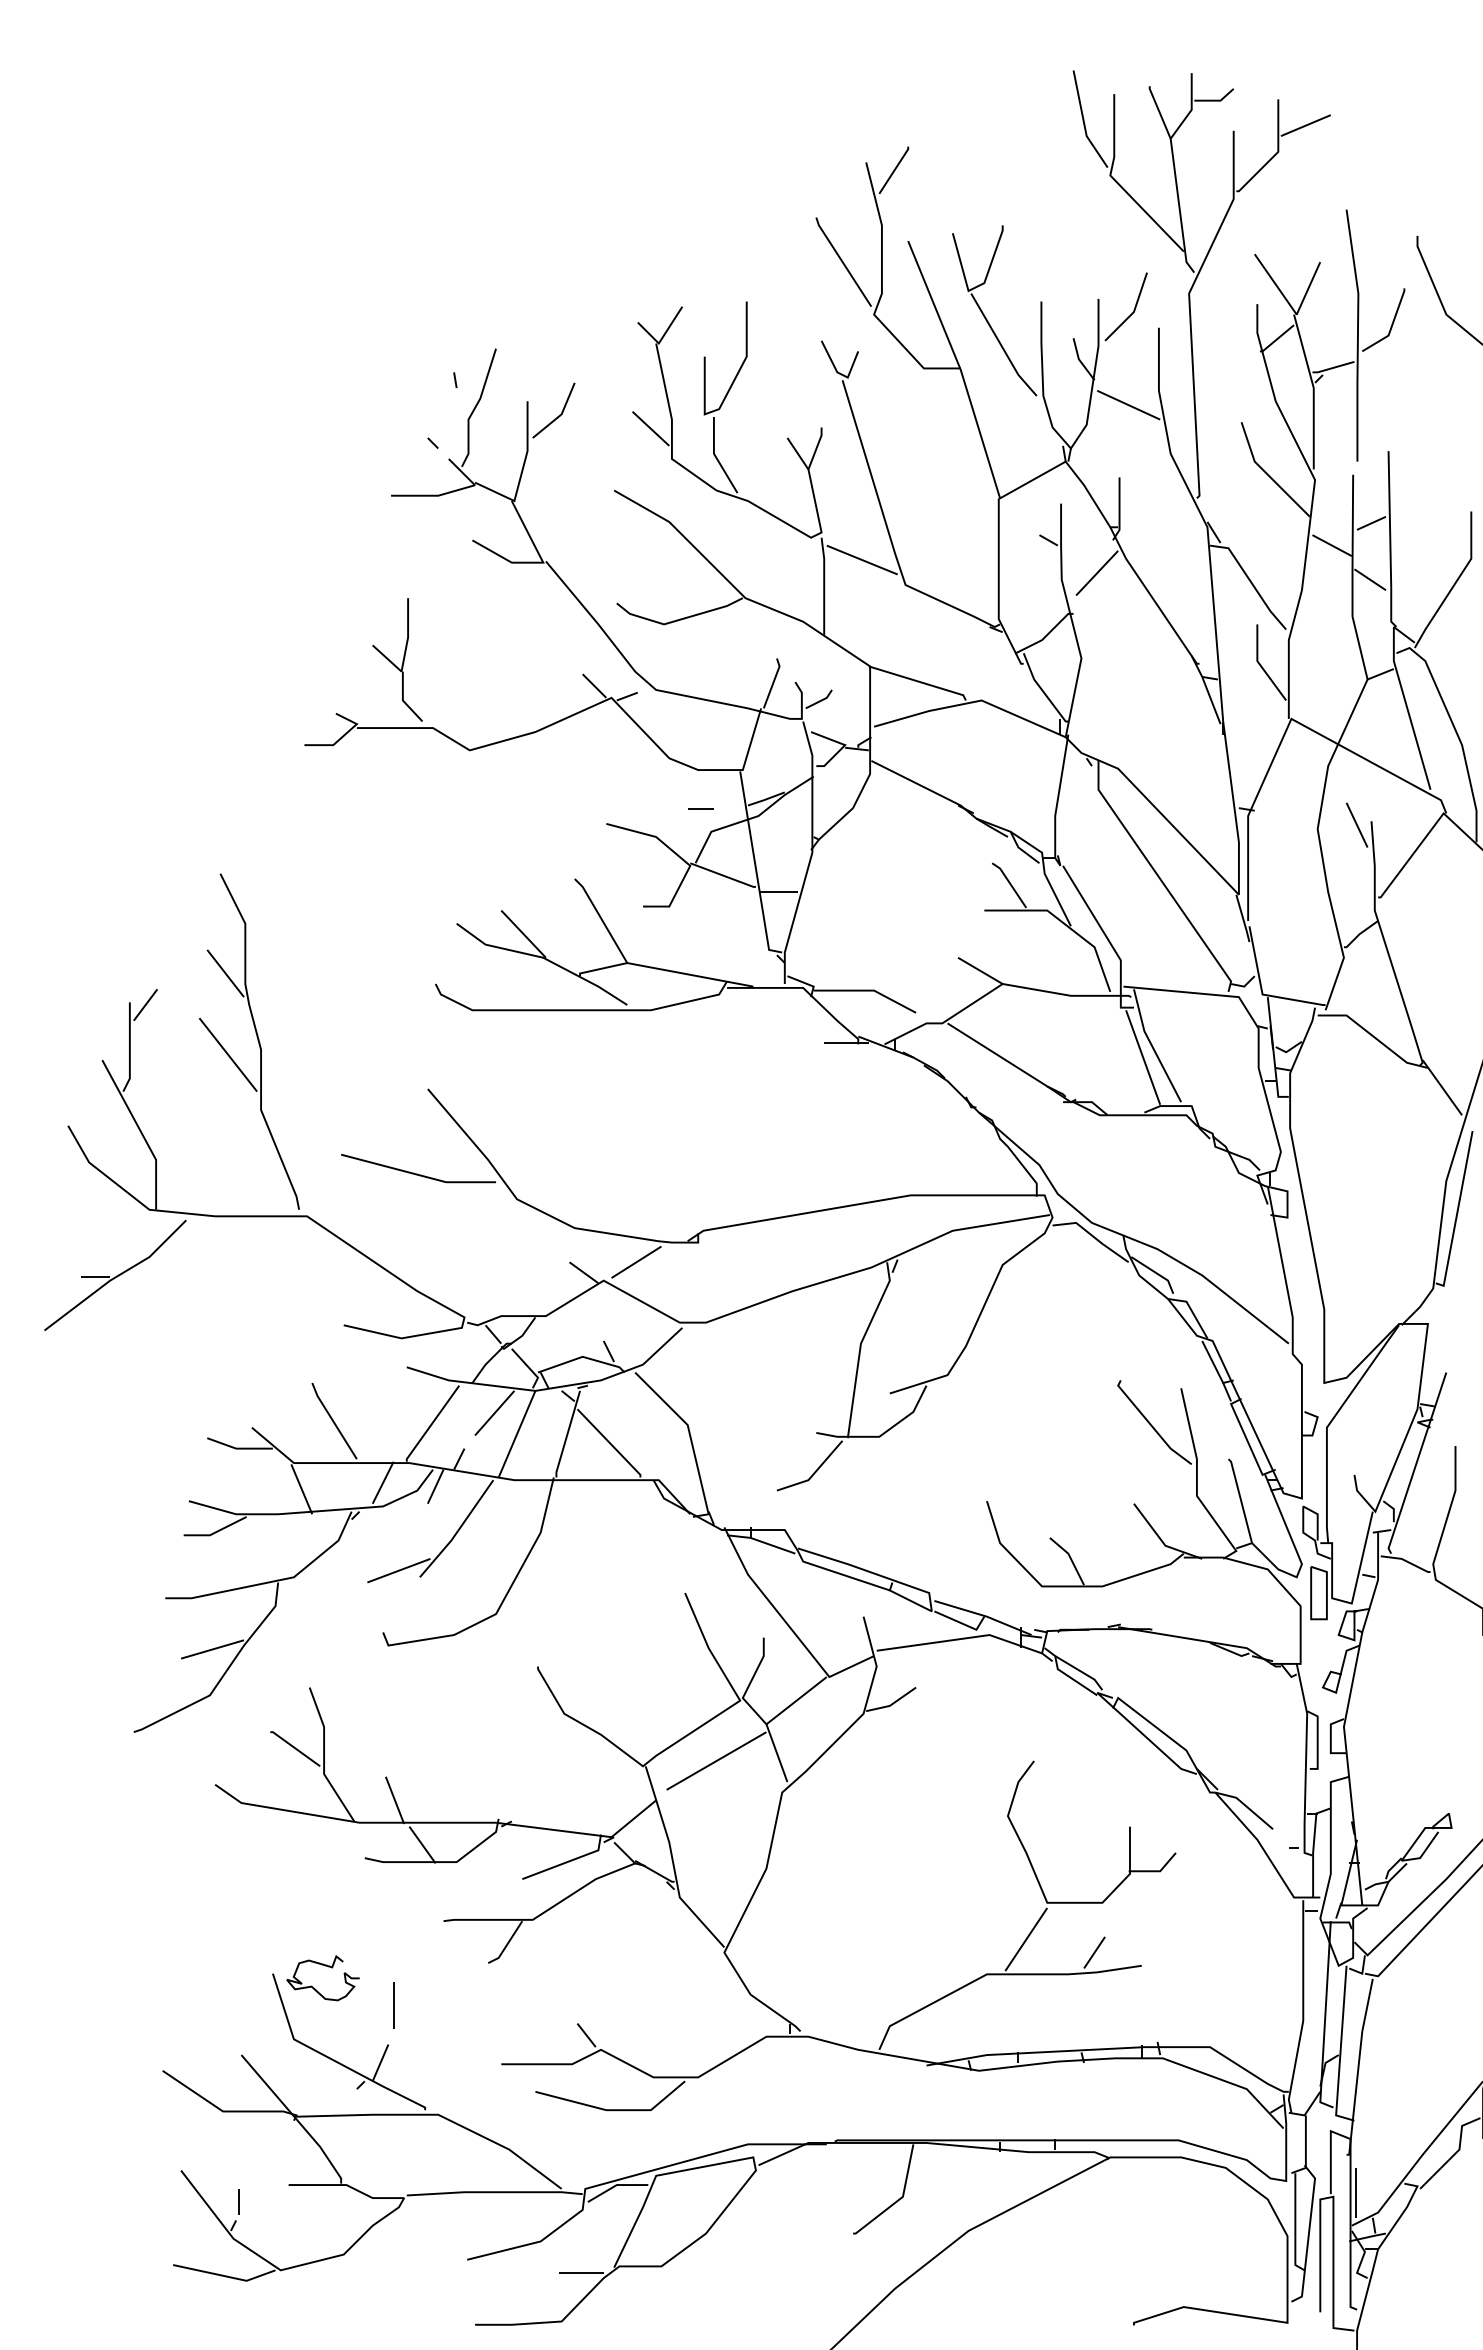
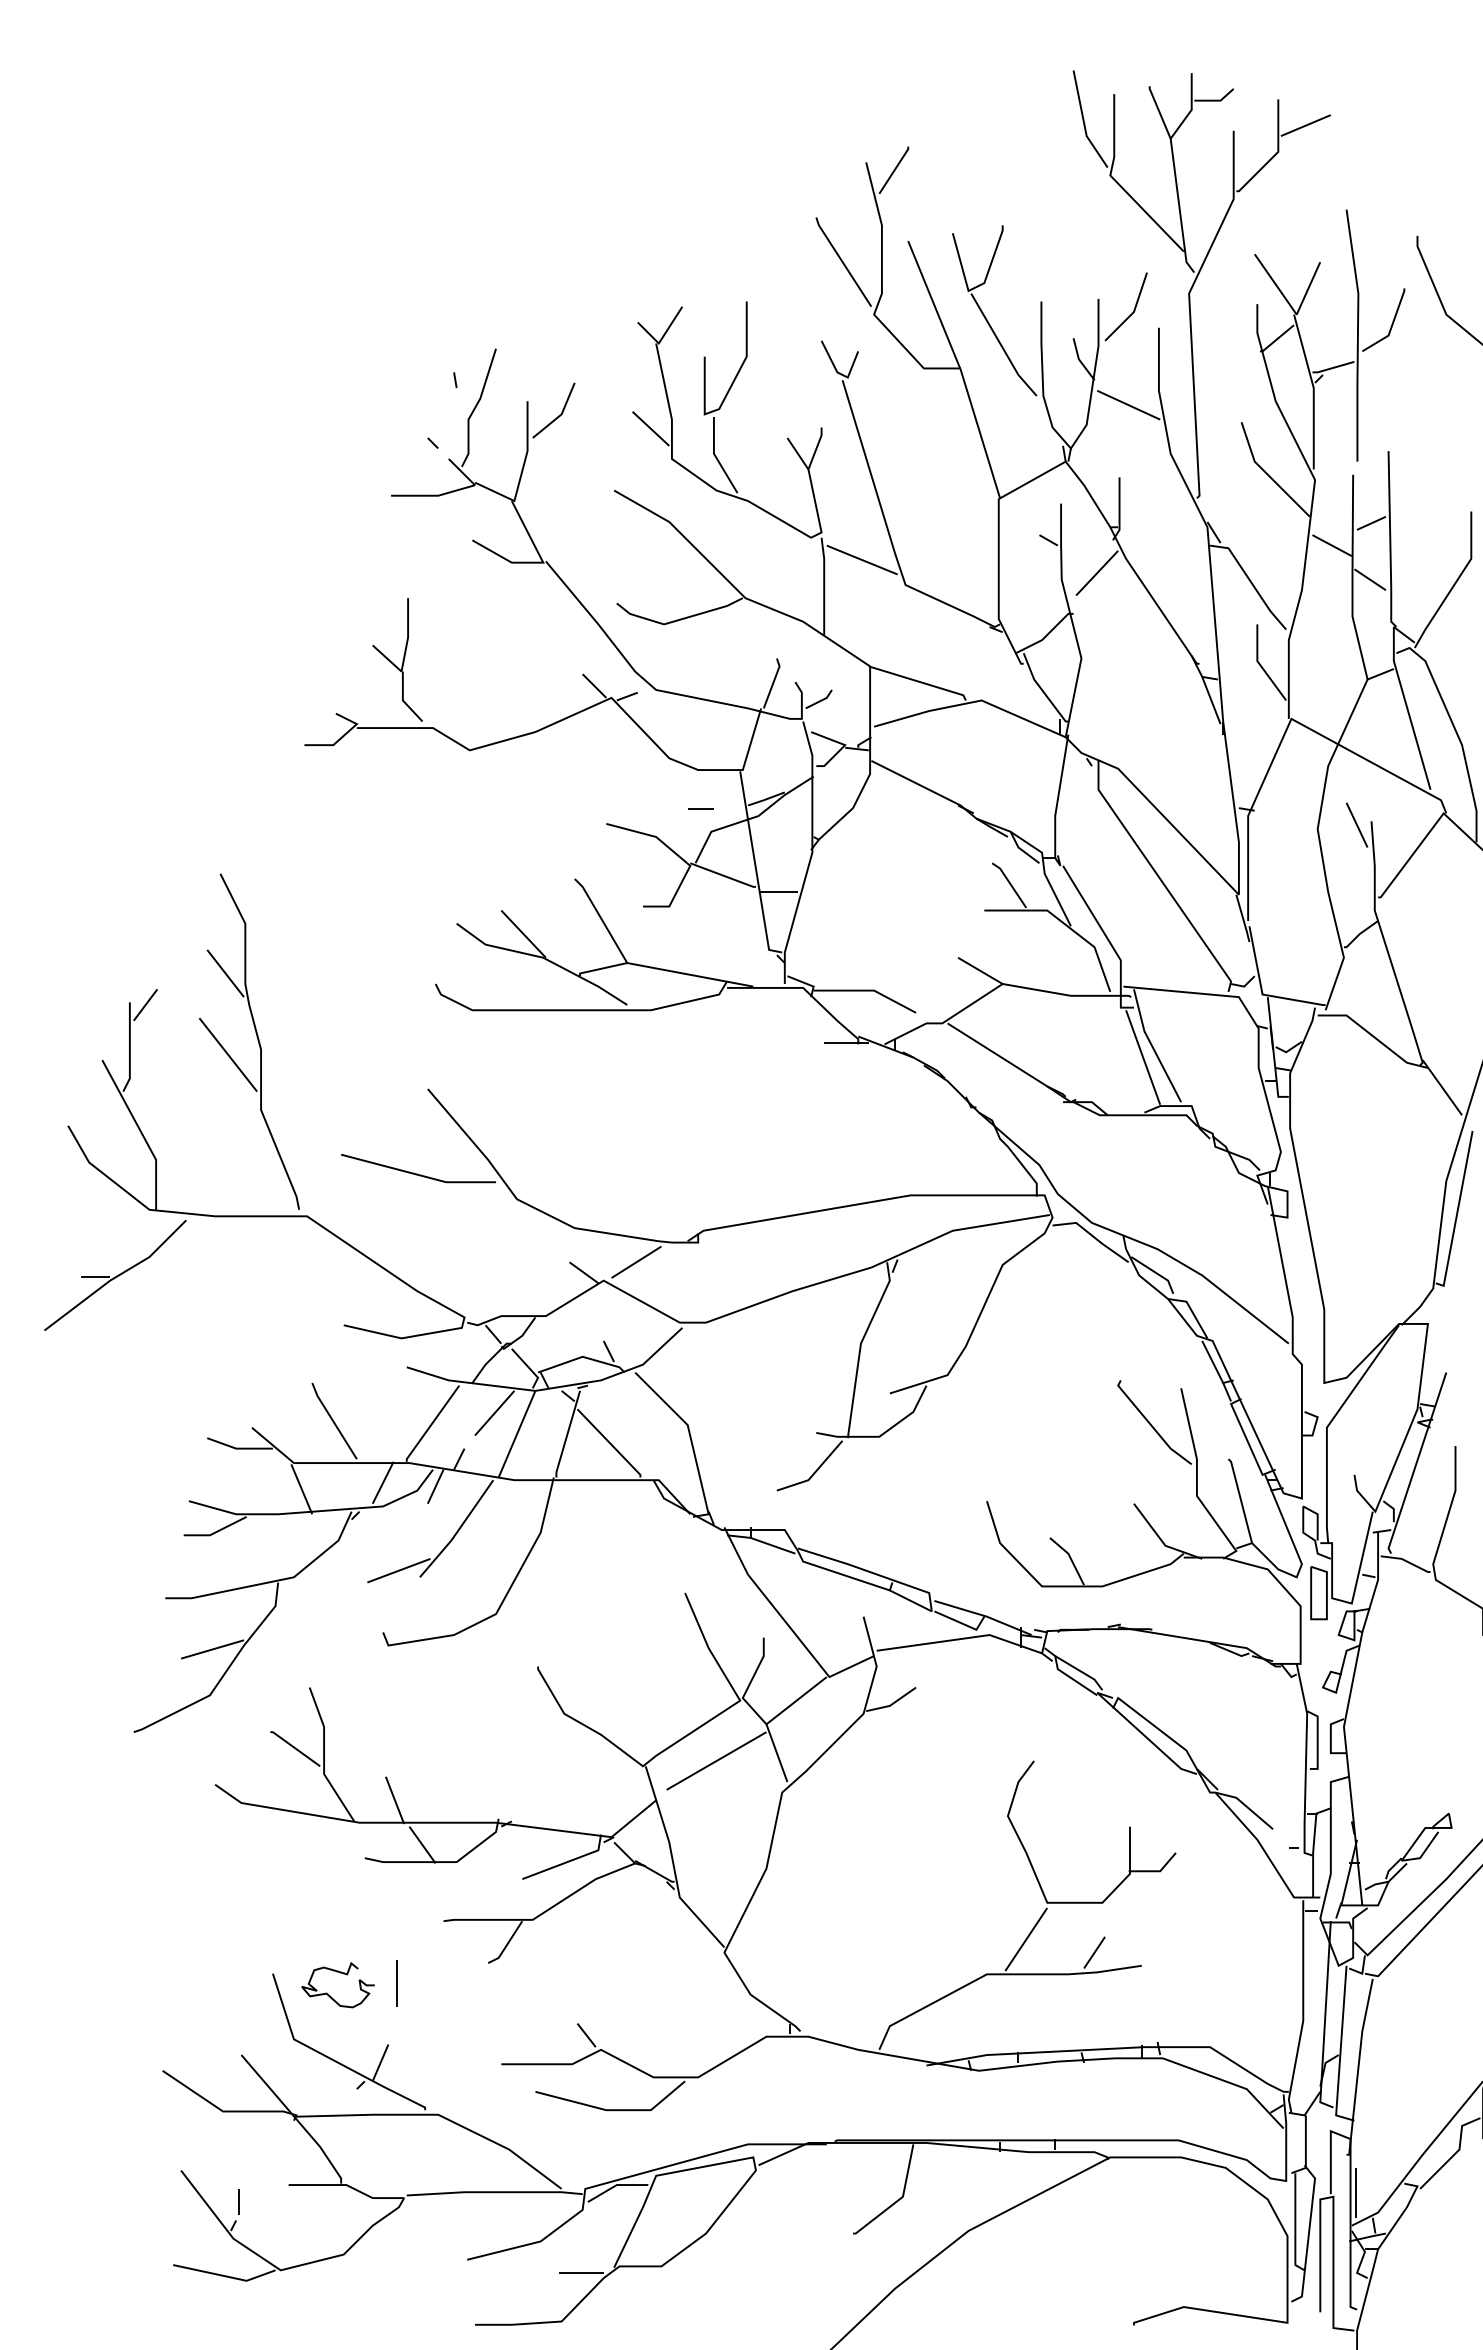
curve at (314, 1987) position: (314, 1987) -> (329, 1994)
line at (393, 2005) position: (393, 2005) -> (396, 1983)
